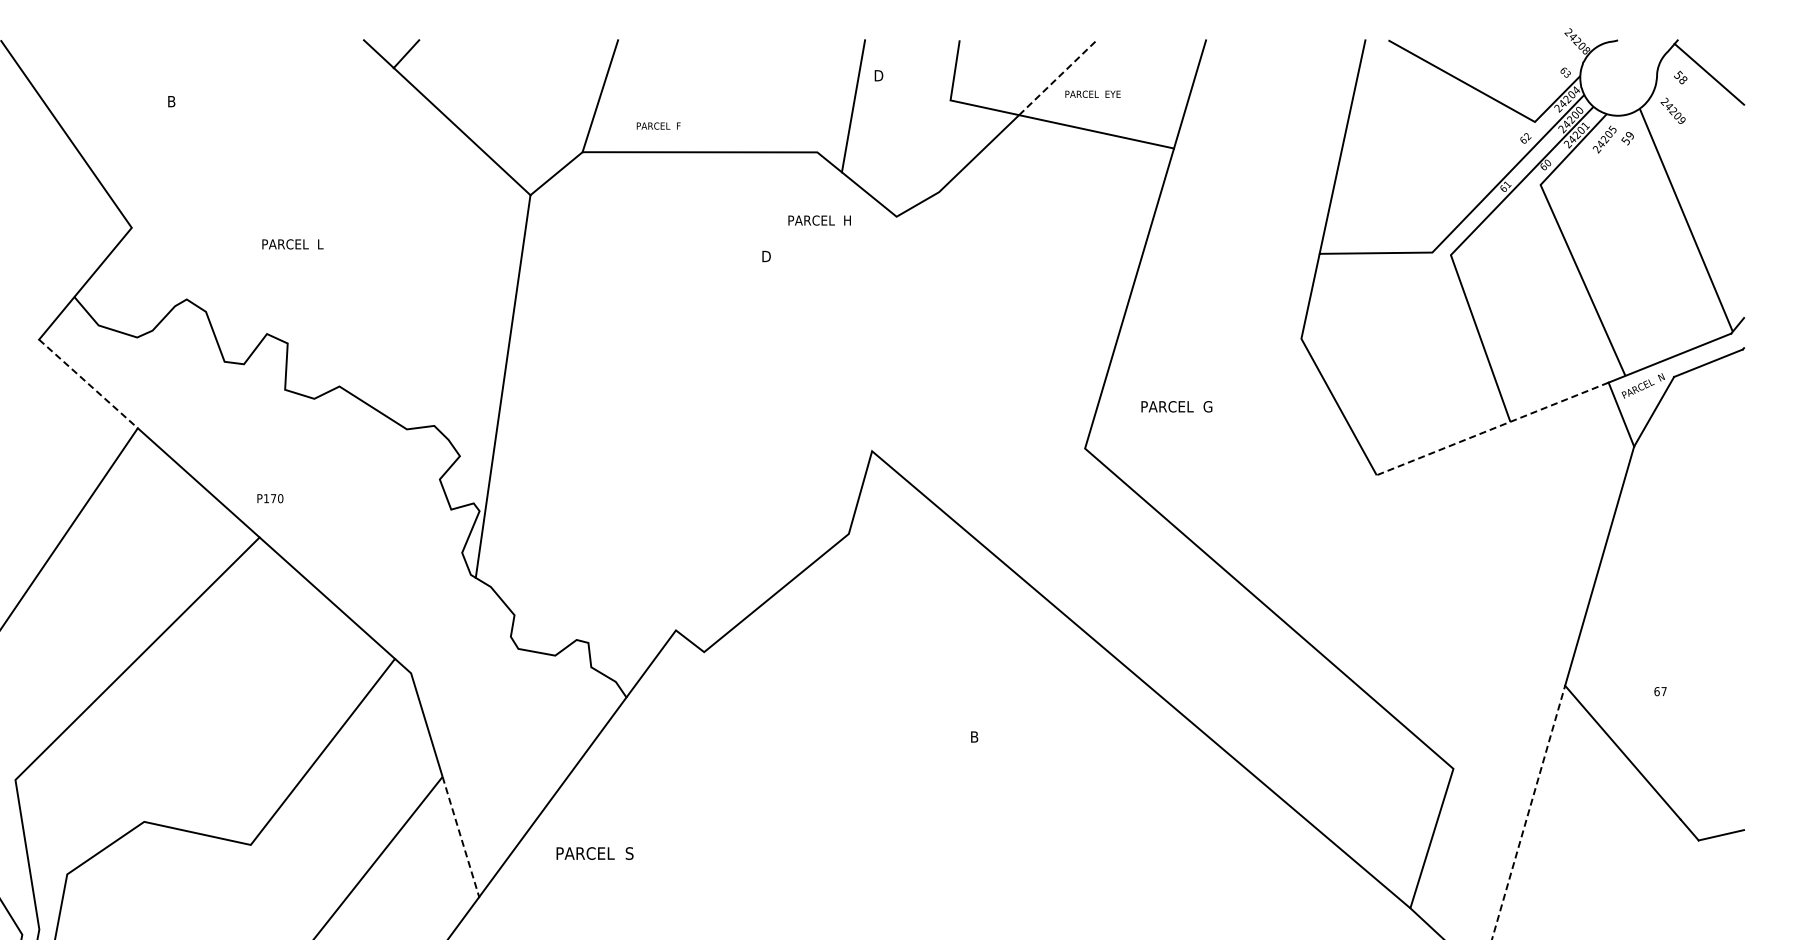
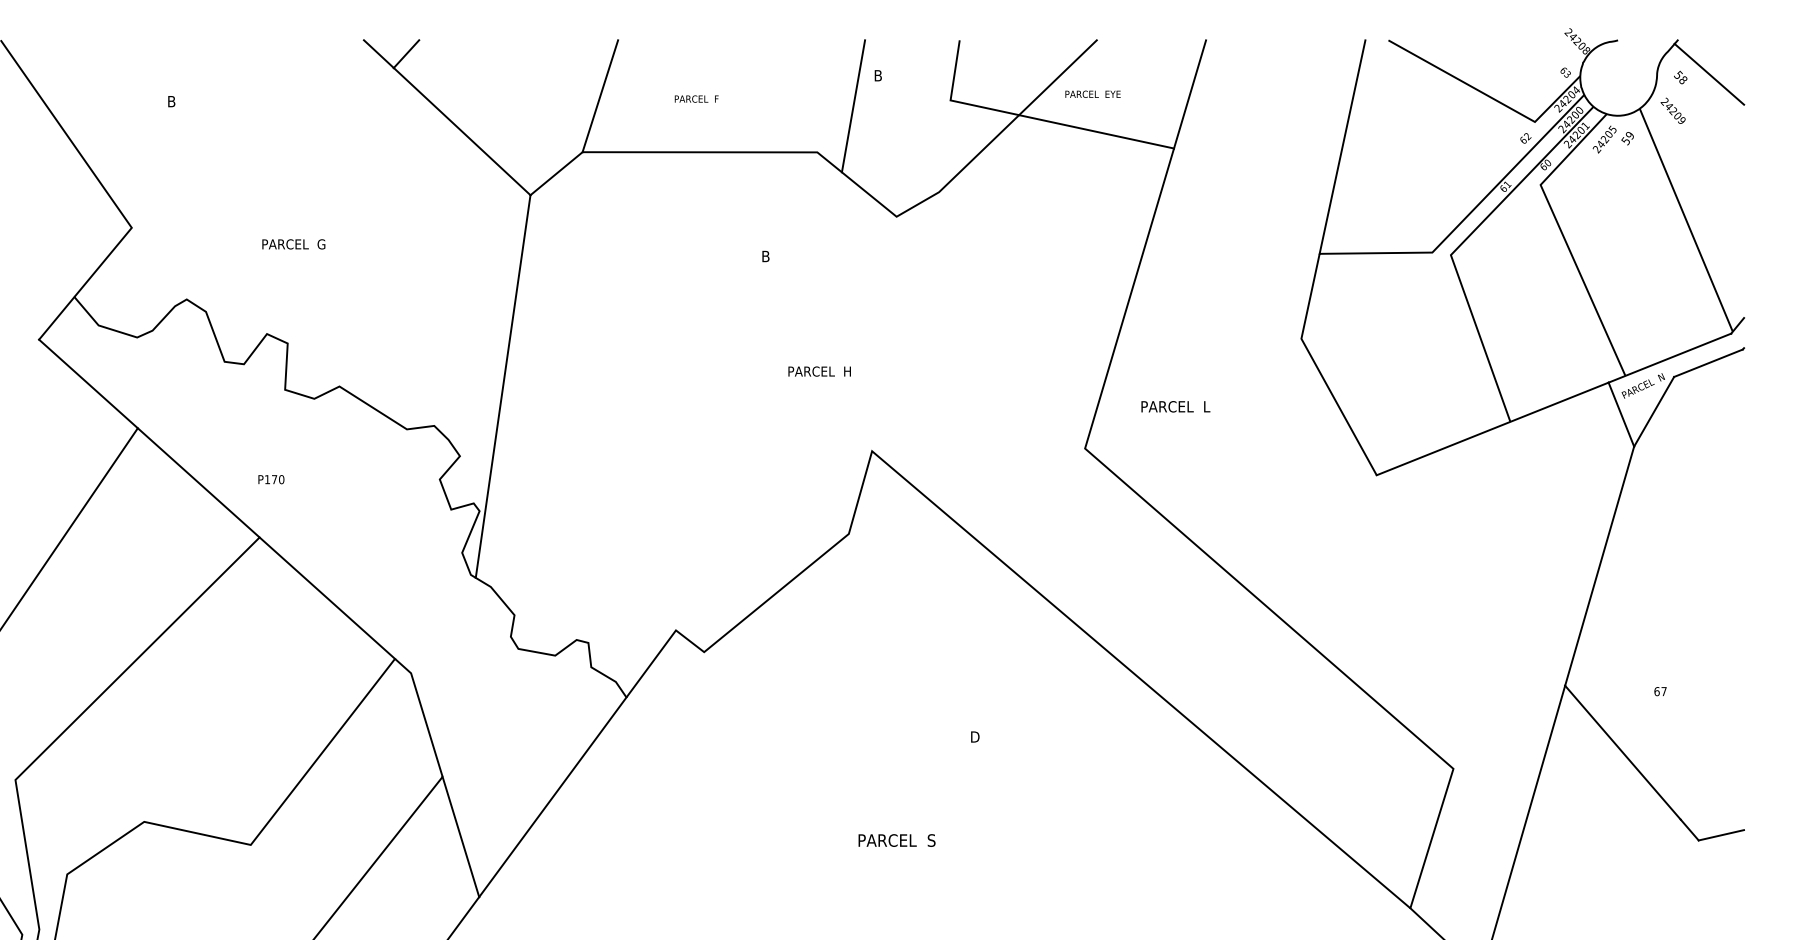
text at (879, 76): D -> B
line at (1057, 77): dashed -> solid
text at (658, 125) position: (658, 125) -> (696, 98)
text at (819, 220) position: (819, 220) -> (819, 371)
text at (321, 244): PARCEL  L -> PARCEL  G
text at (766, 256): D -> B
line at (88, 384): dashed -> solid
text at (1207, 406): PARCEL  G -> PARCEL  L
line at (1492, 428): dashed -> solid
text at (270, 498) position: (270, 498) -> (271, 479)
text at (975, 737): B -> D
line at (1528, 812): dashed -> solid
line at (460, 836): dashed -> solid
text at (594, 853) position: (594, 853) -> (896, 840)
